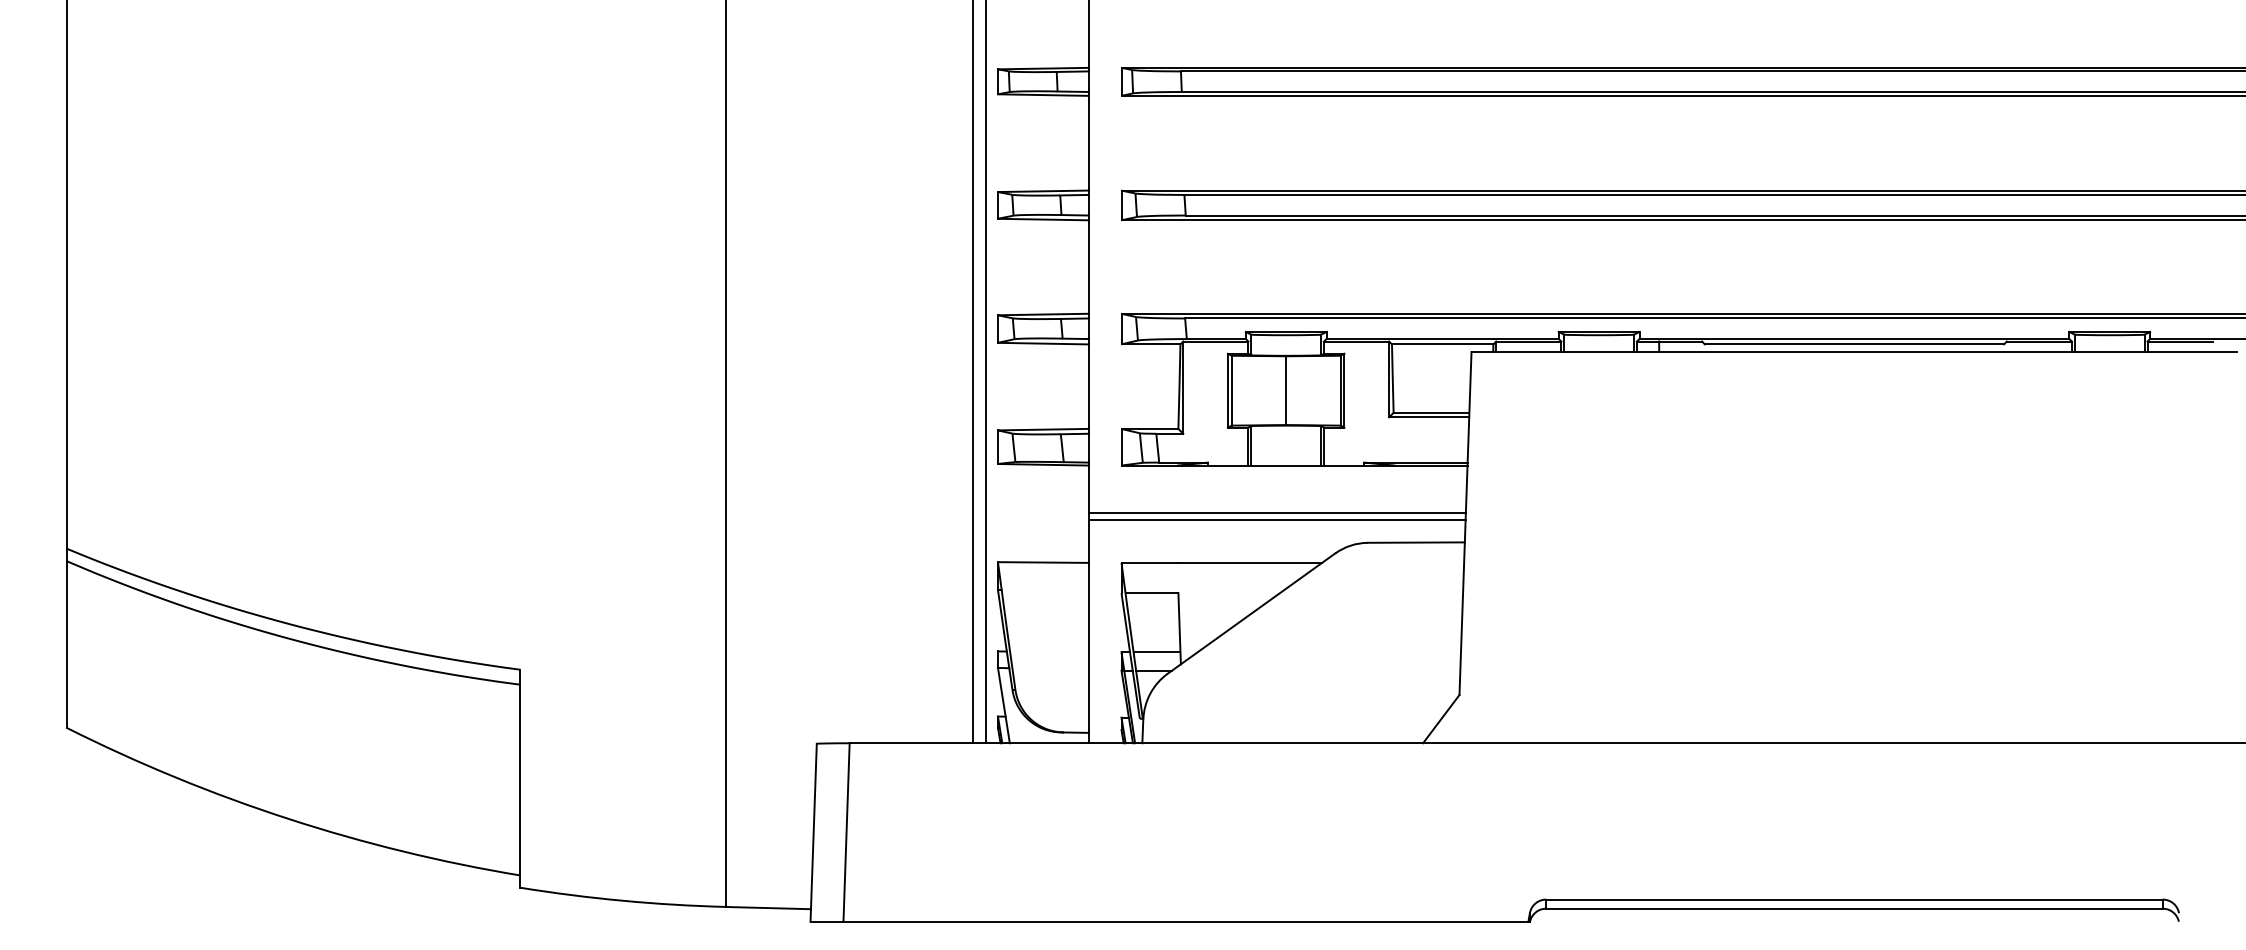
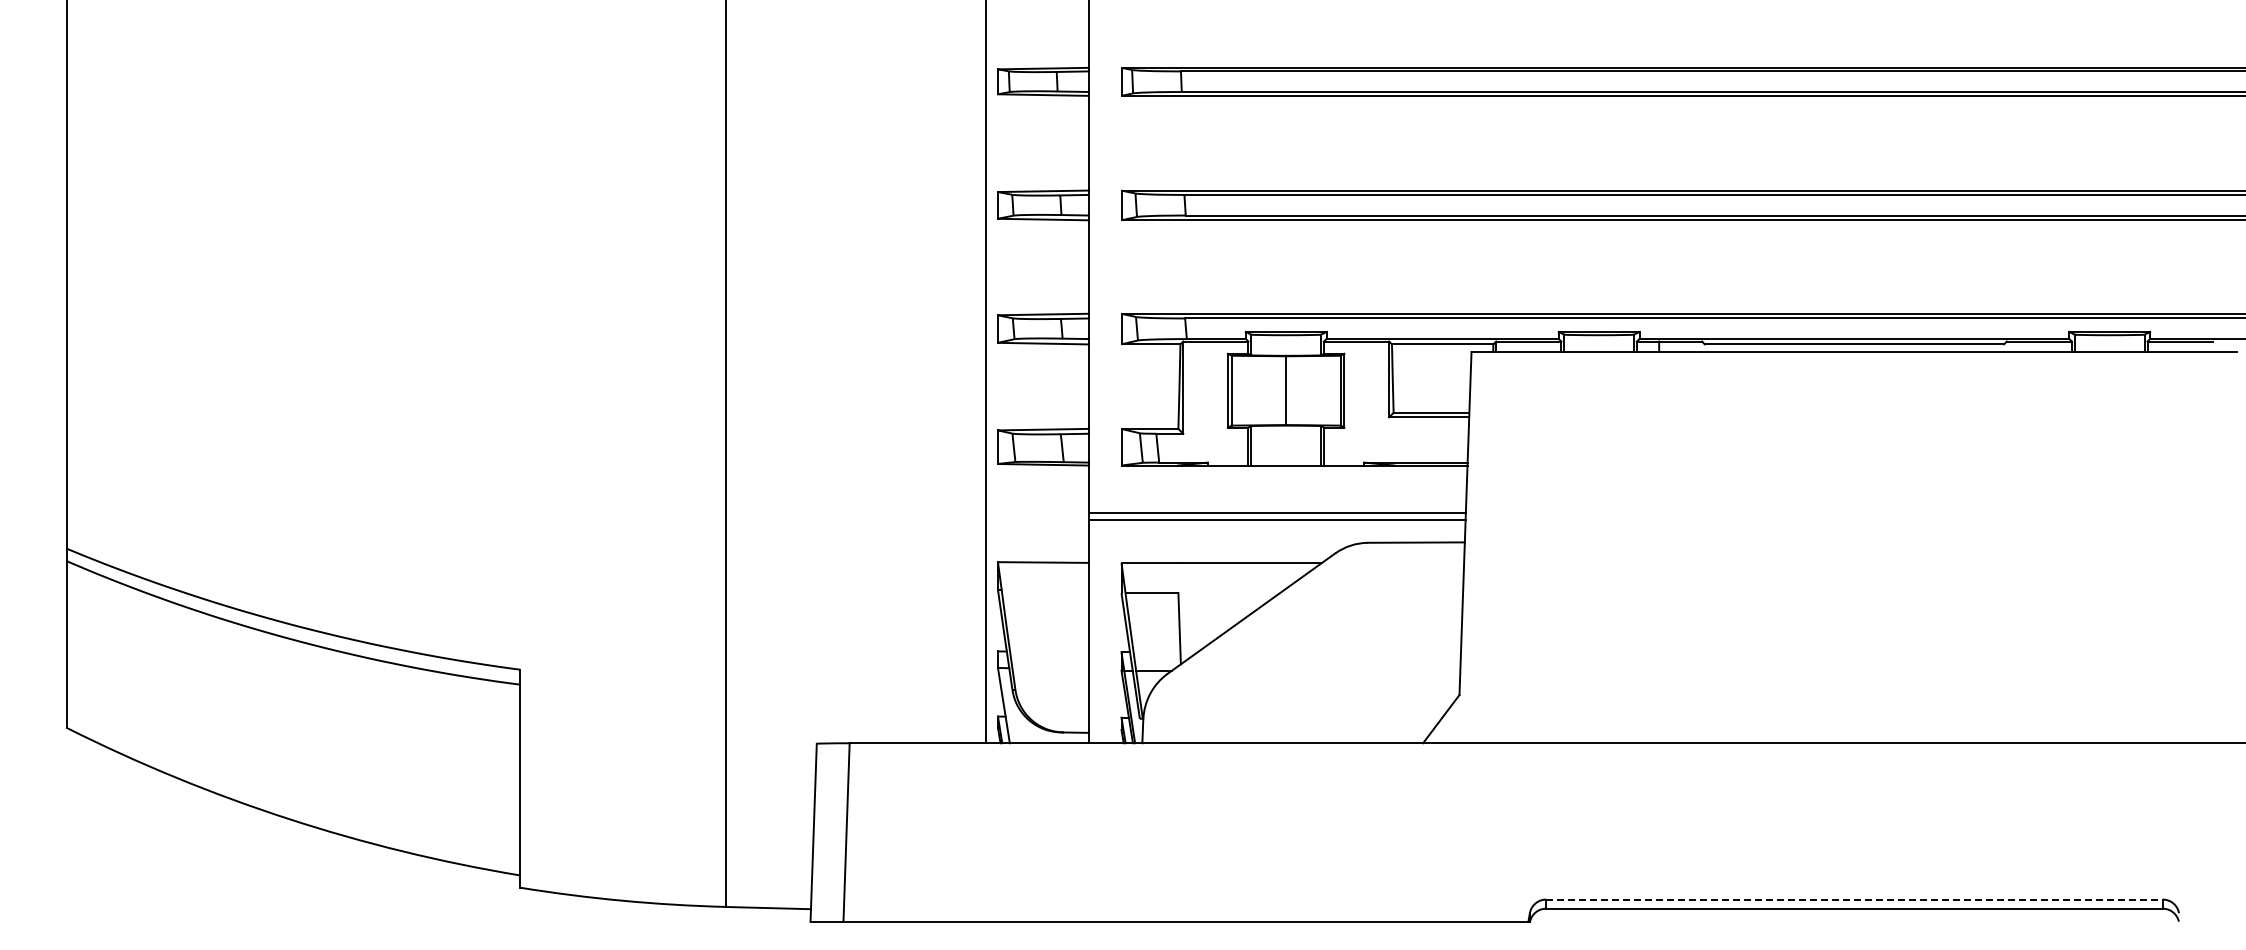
line at (973, 372): present -> none
line at (1156, 652): present -> none
line at (1854, 899): solid -> dashed
